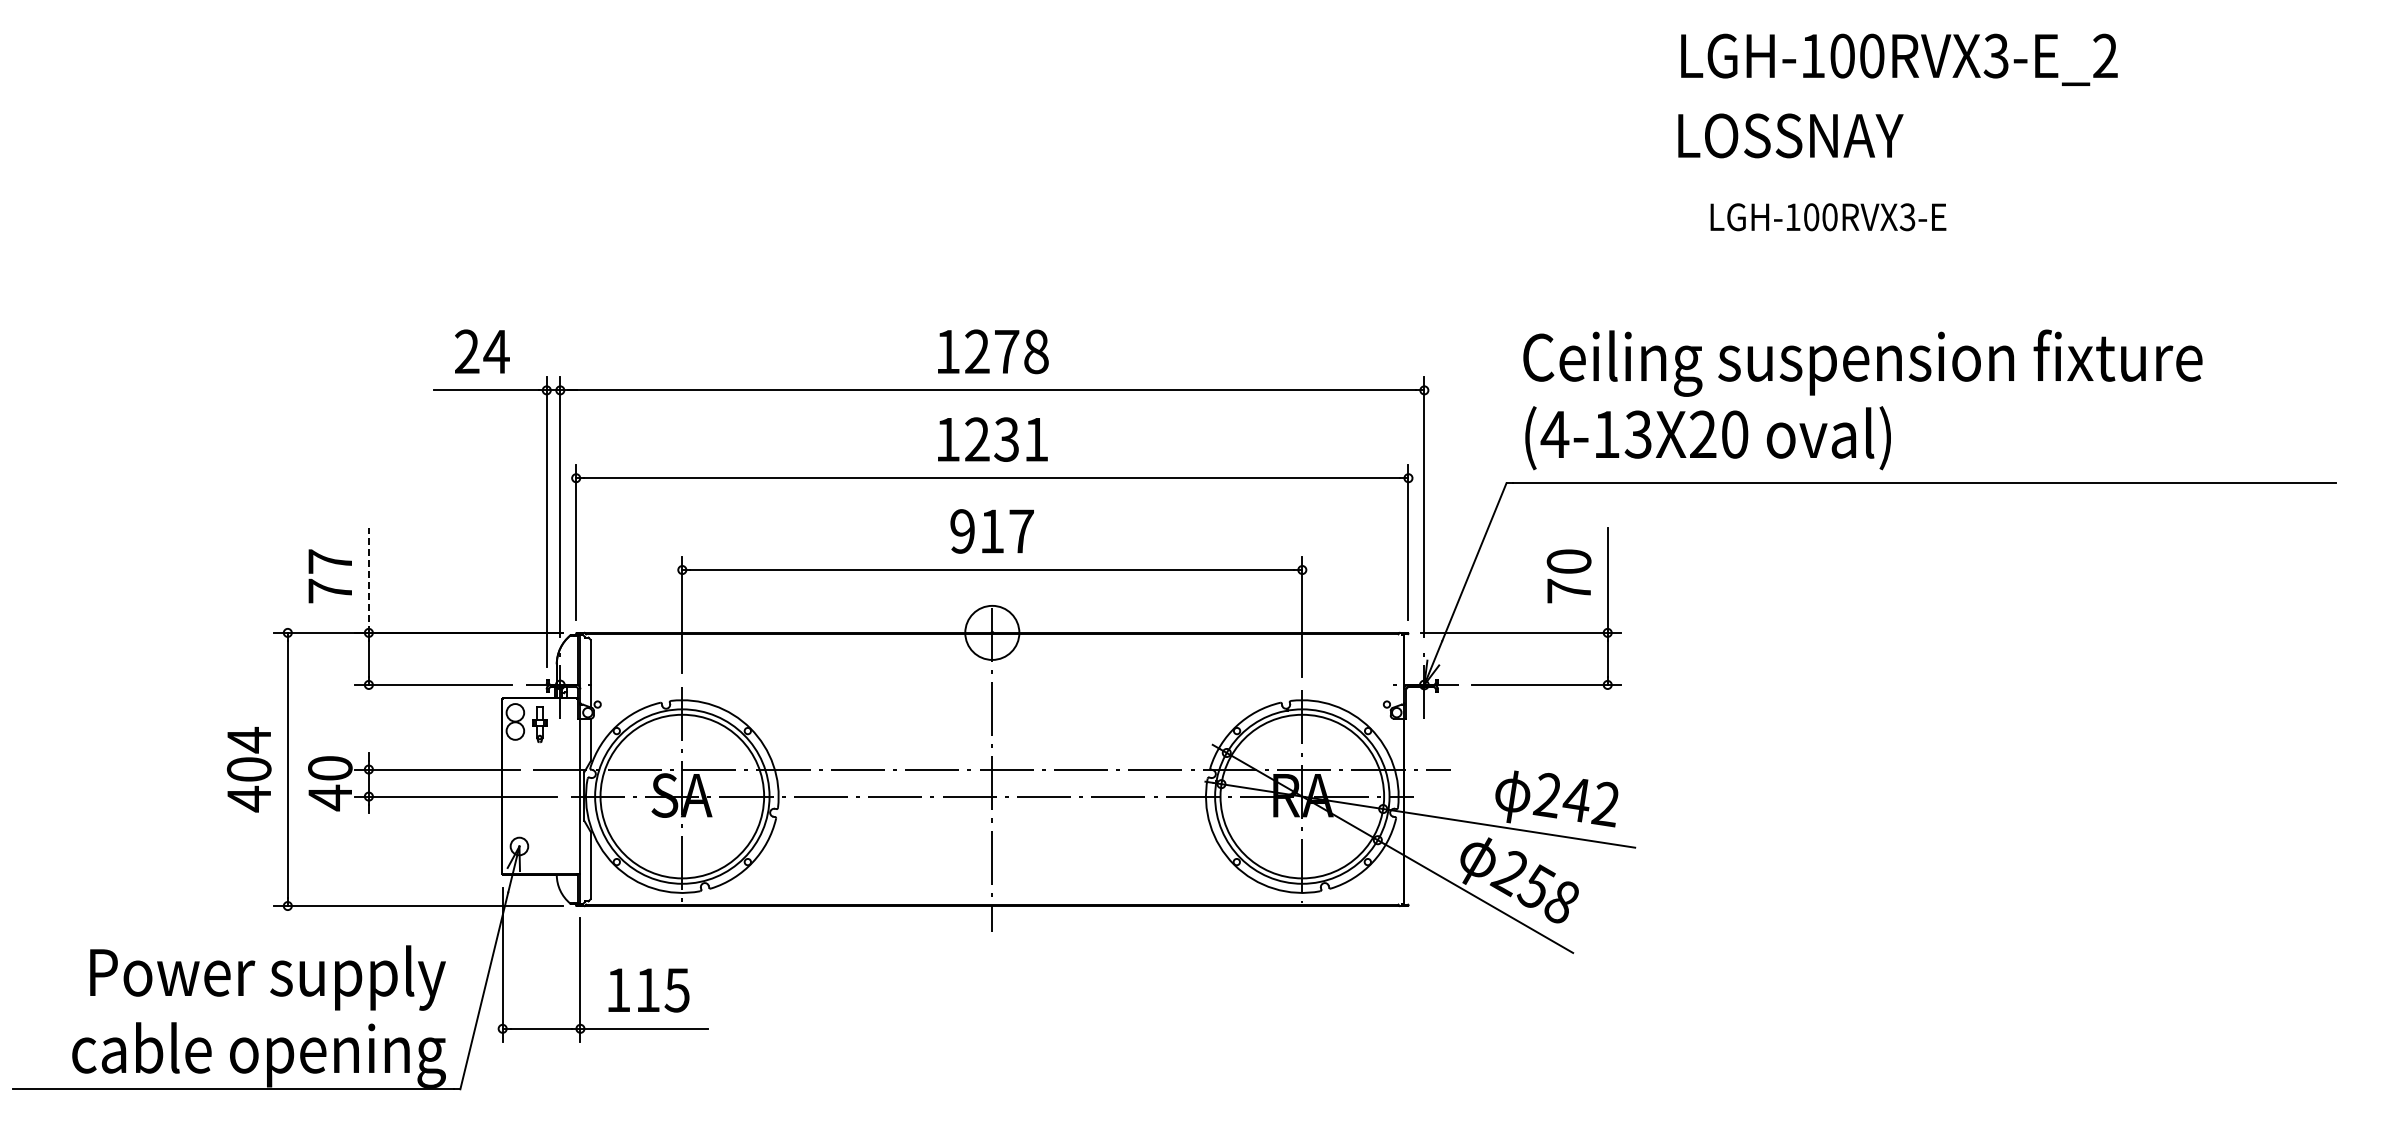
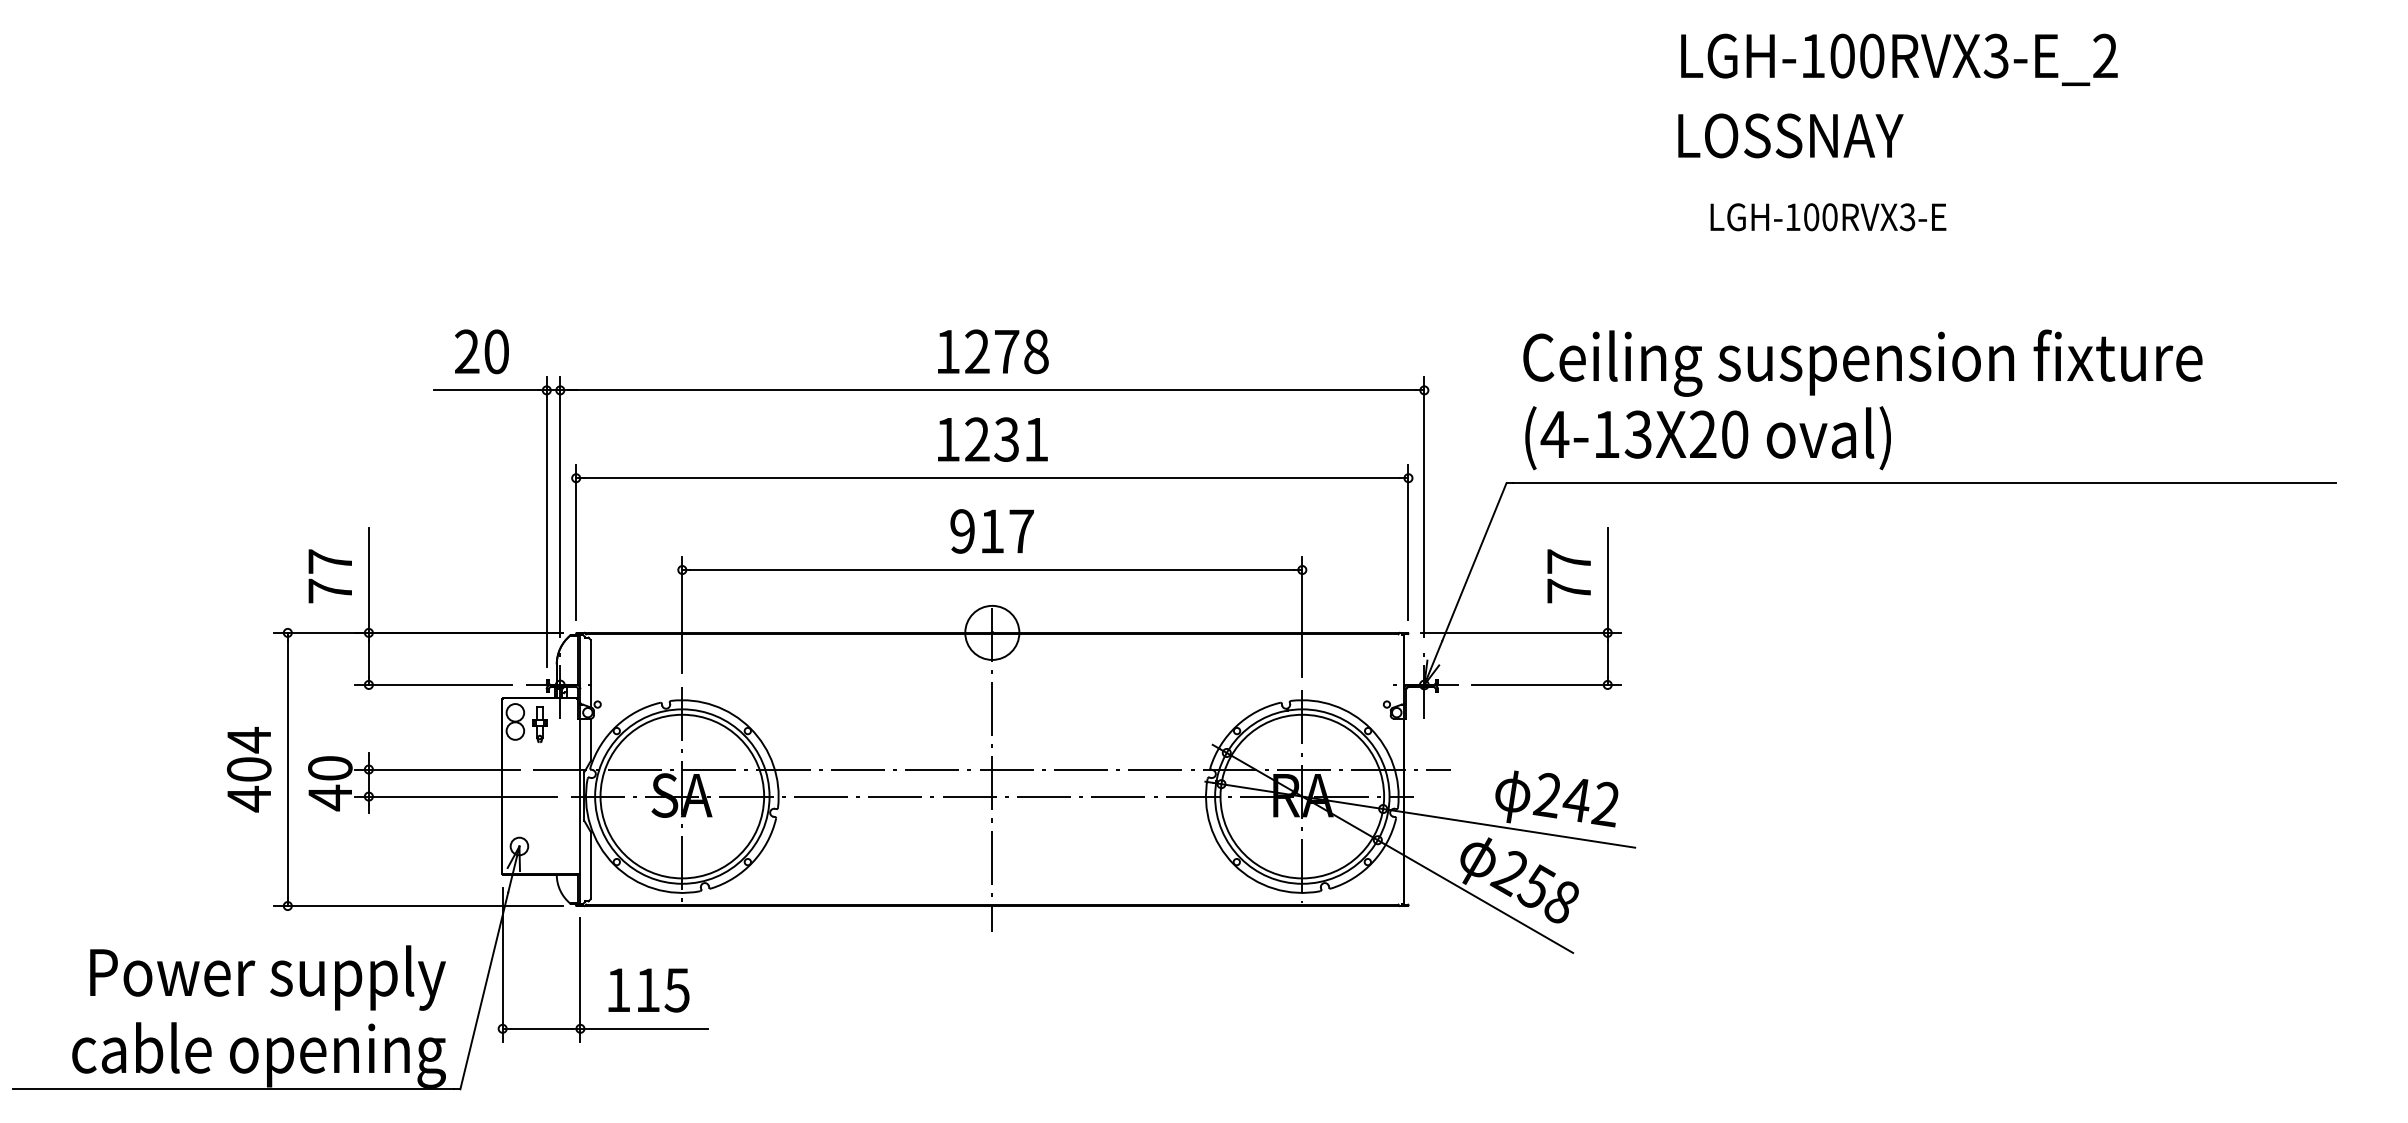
text at (496, 351): 24 -> 20
text at (1568, 561): 70 -> 77
line at (368, 579): dashed -> solid
